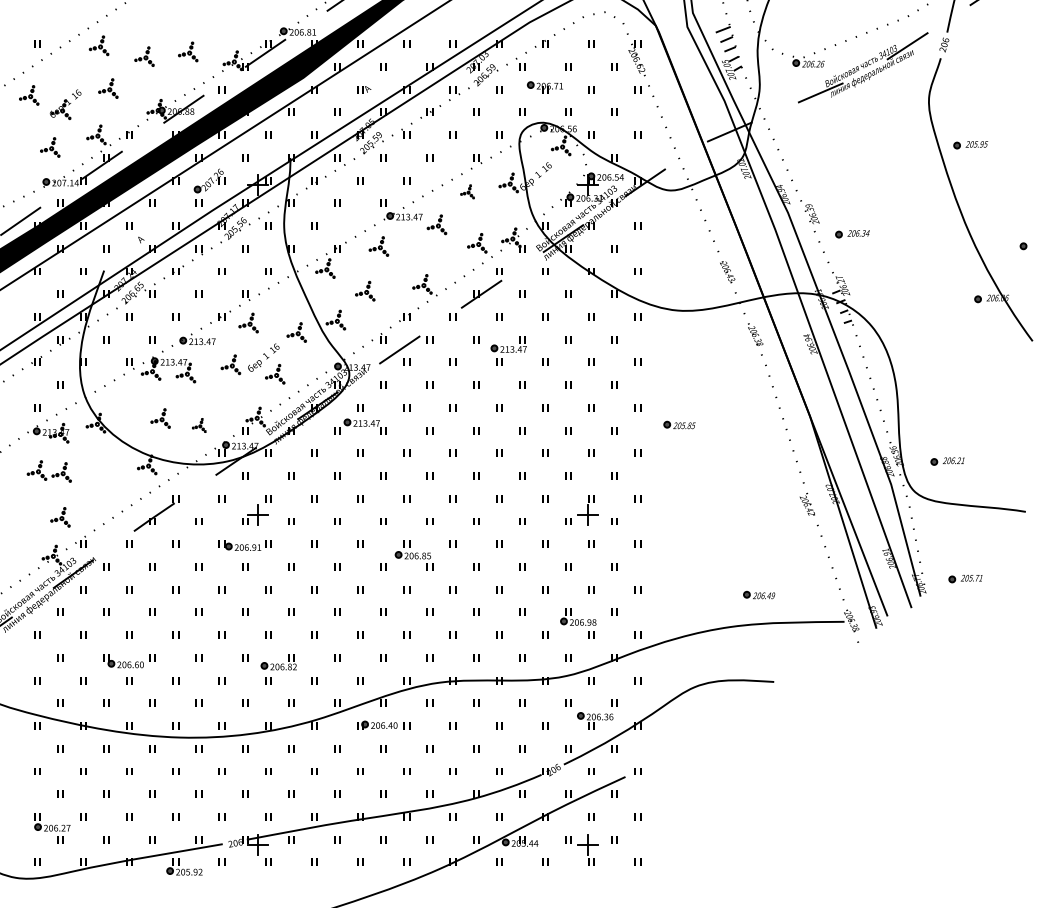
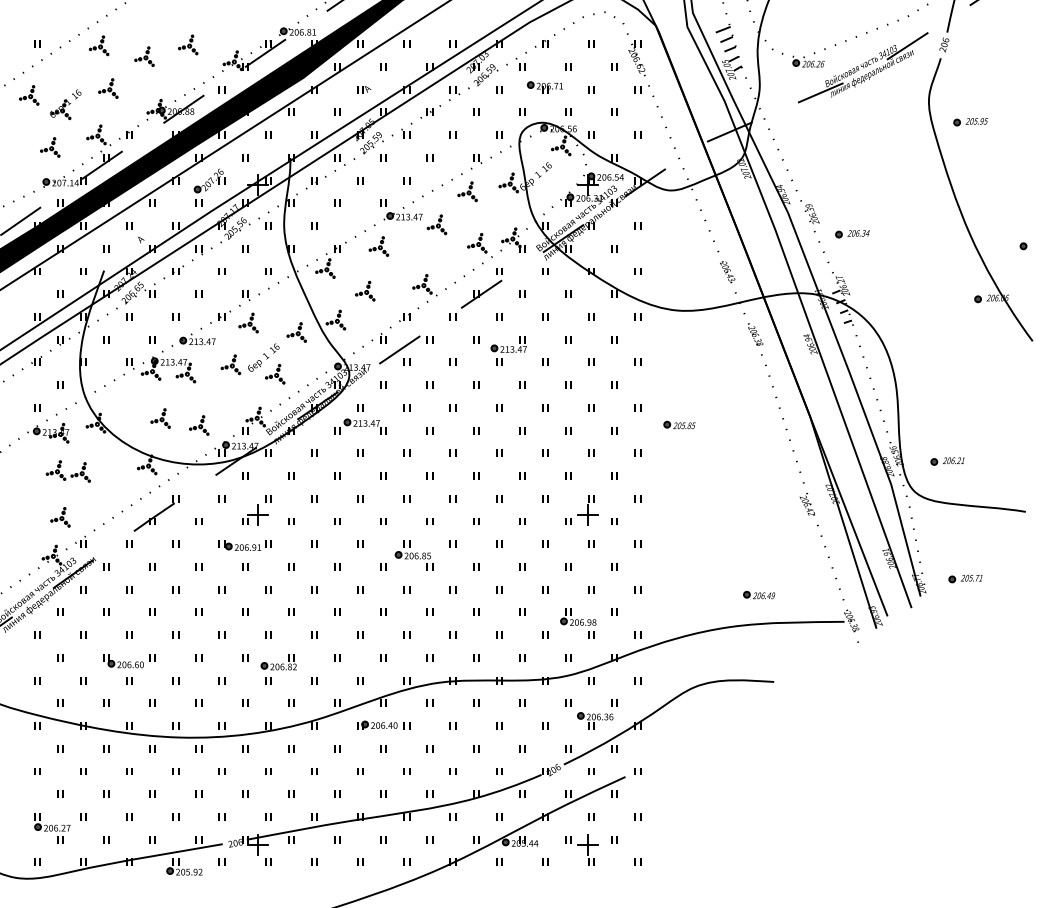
part at (188, 51) position: (188, 51) -> (188, 44)
part at (970, 145) position: (970, 145) -> (970, 122)
part at (467, 191) size: 15x16 px -> 21x22 px
part at (199, 425) size: 15x15 px -> 21x21 px
part at (48, 471) position: (48, 471) -> (67, 471)
